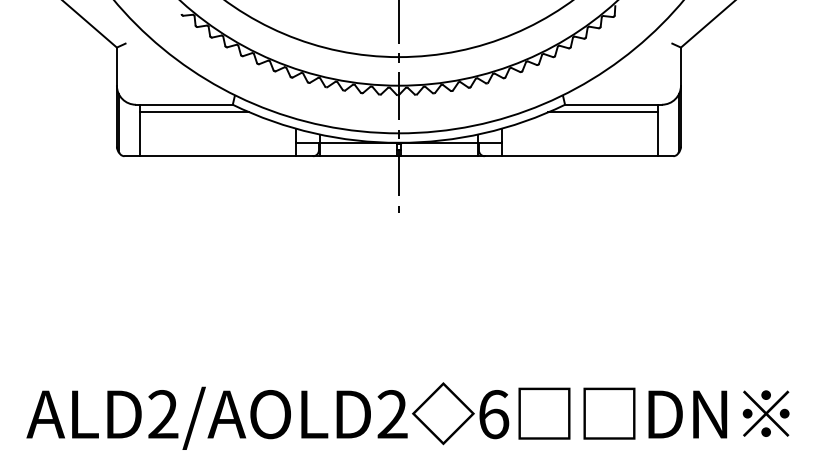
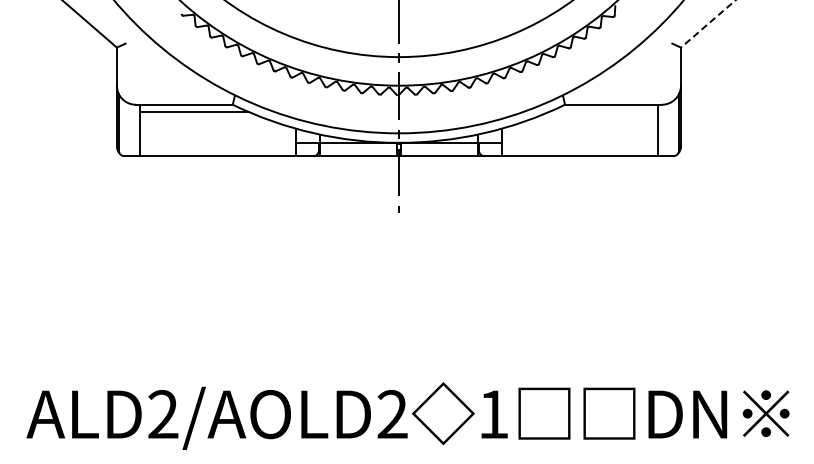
line at (708, 24): solid -> dashed
line at (603, 112): present -> none
text at (494, 414): 6 -> 1
